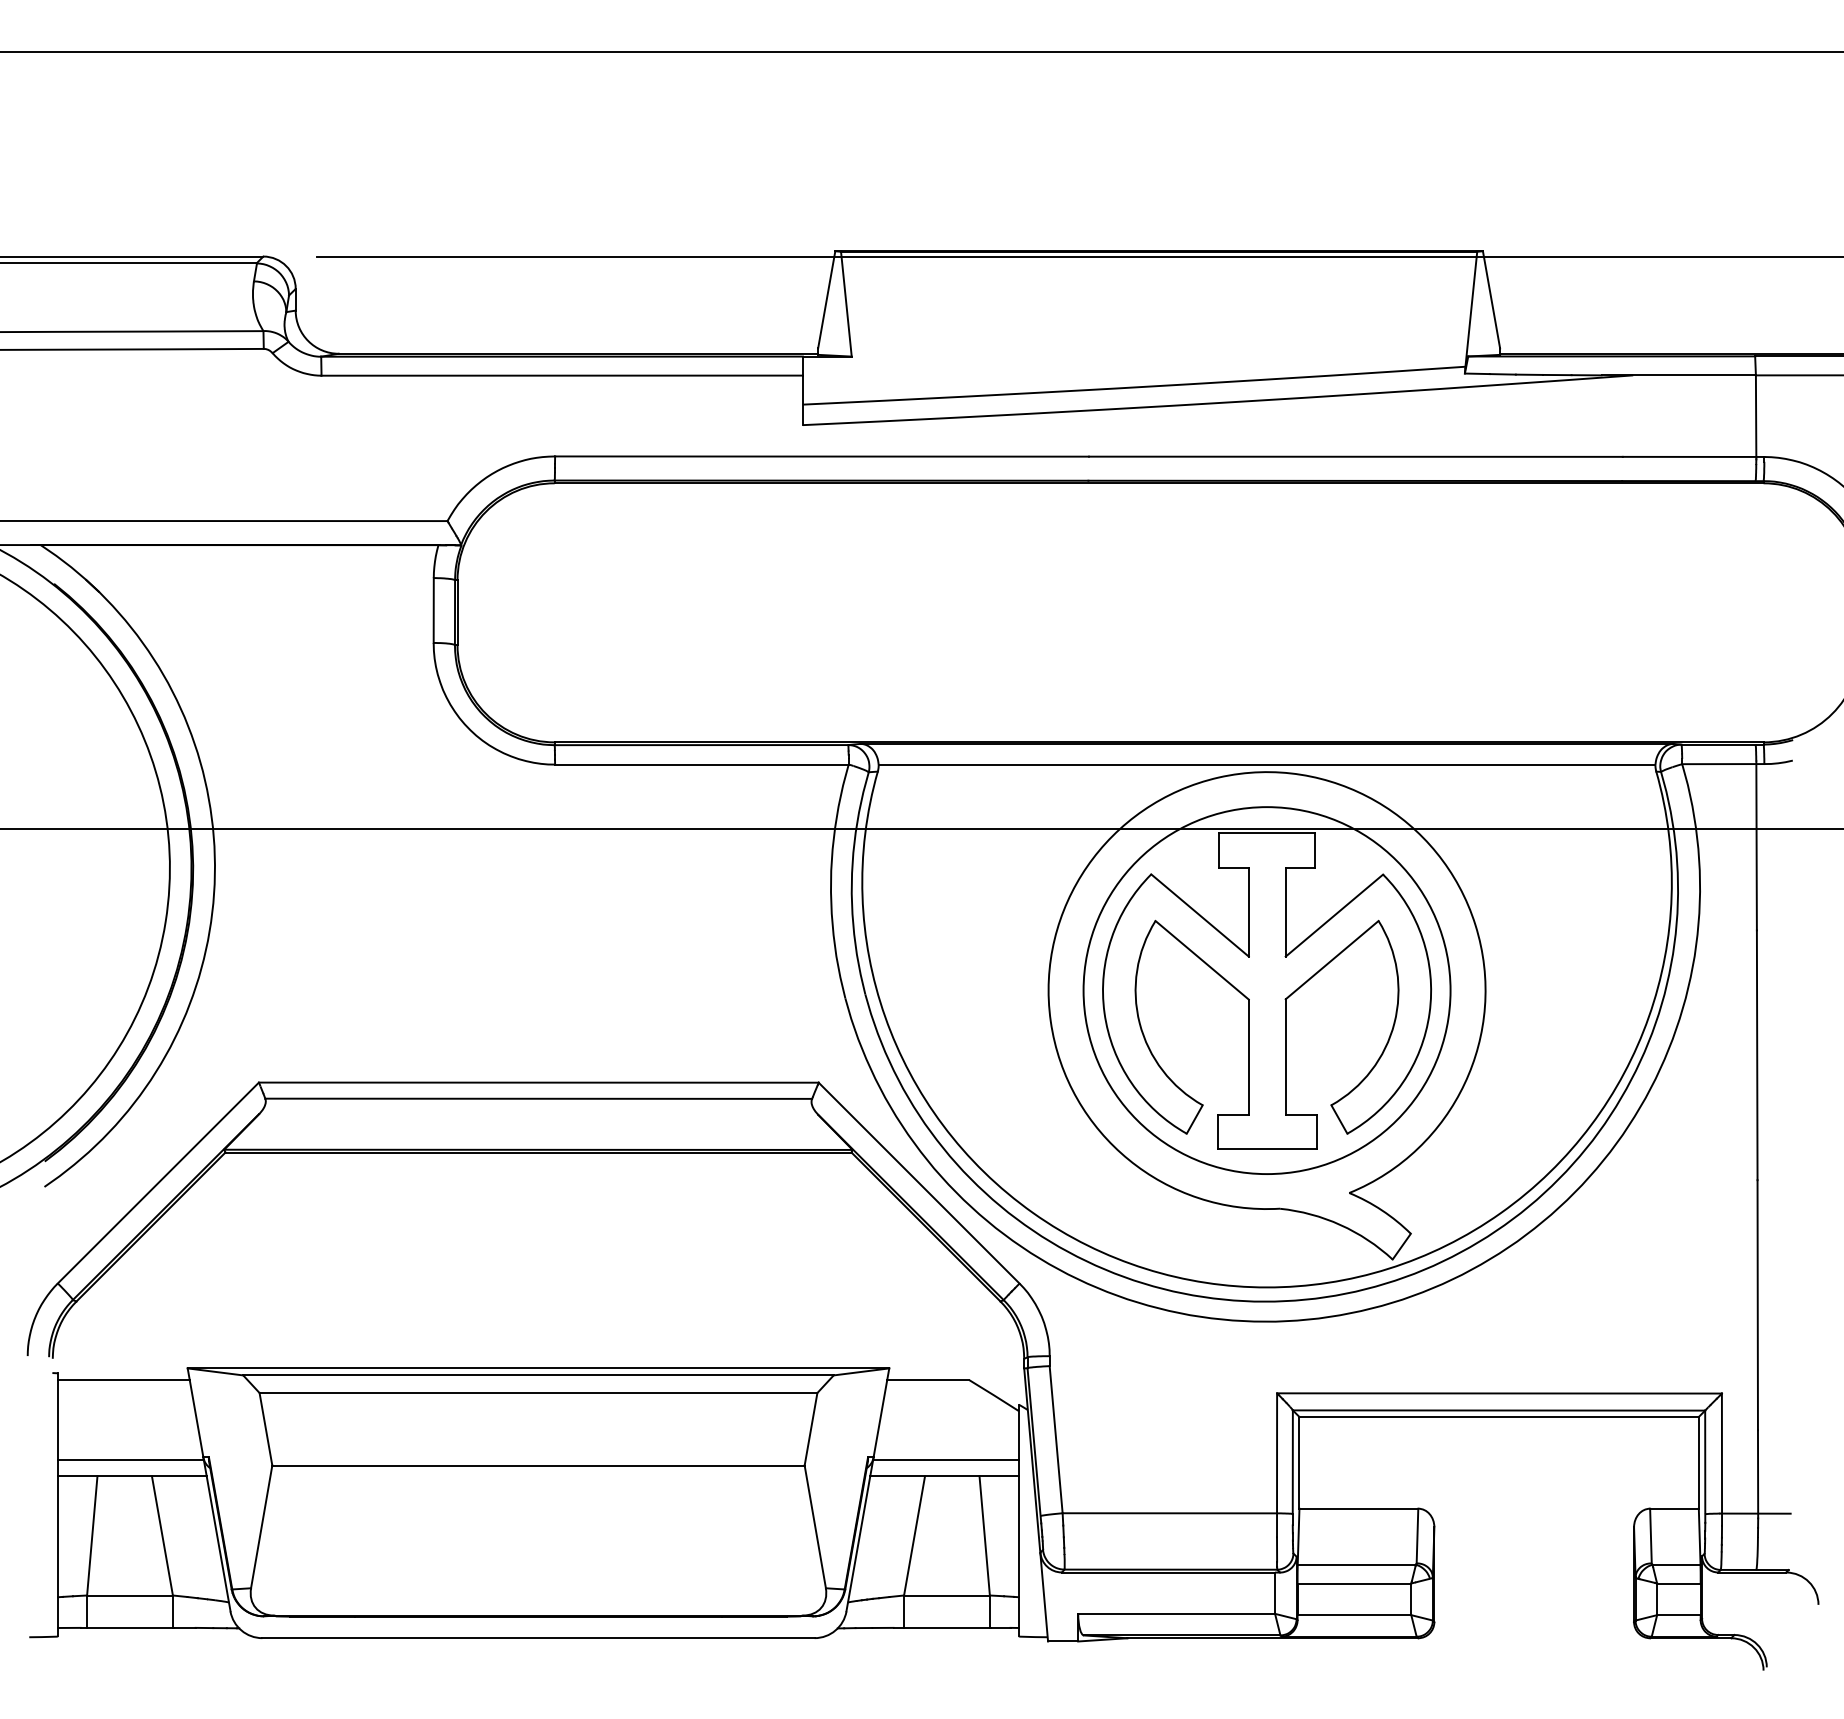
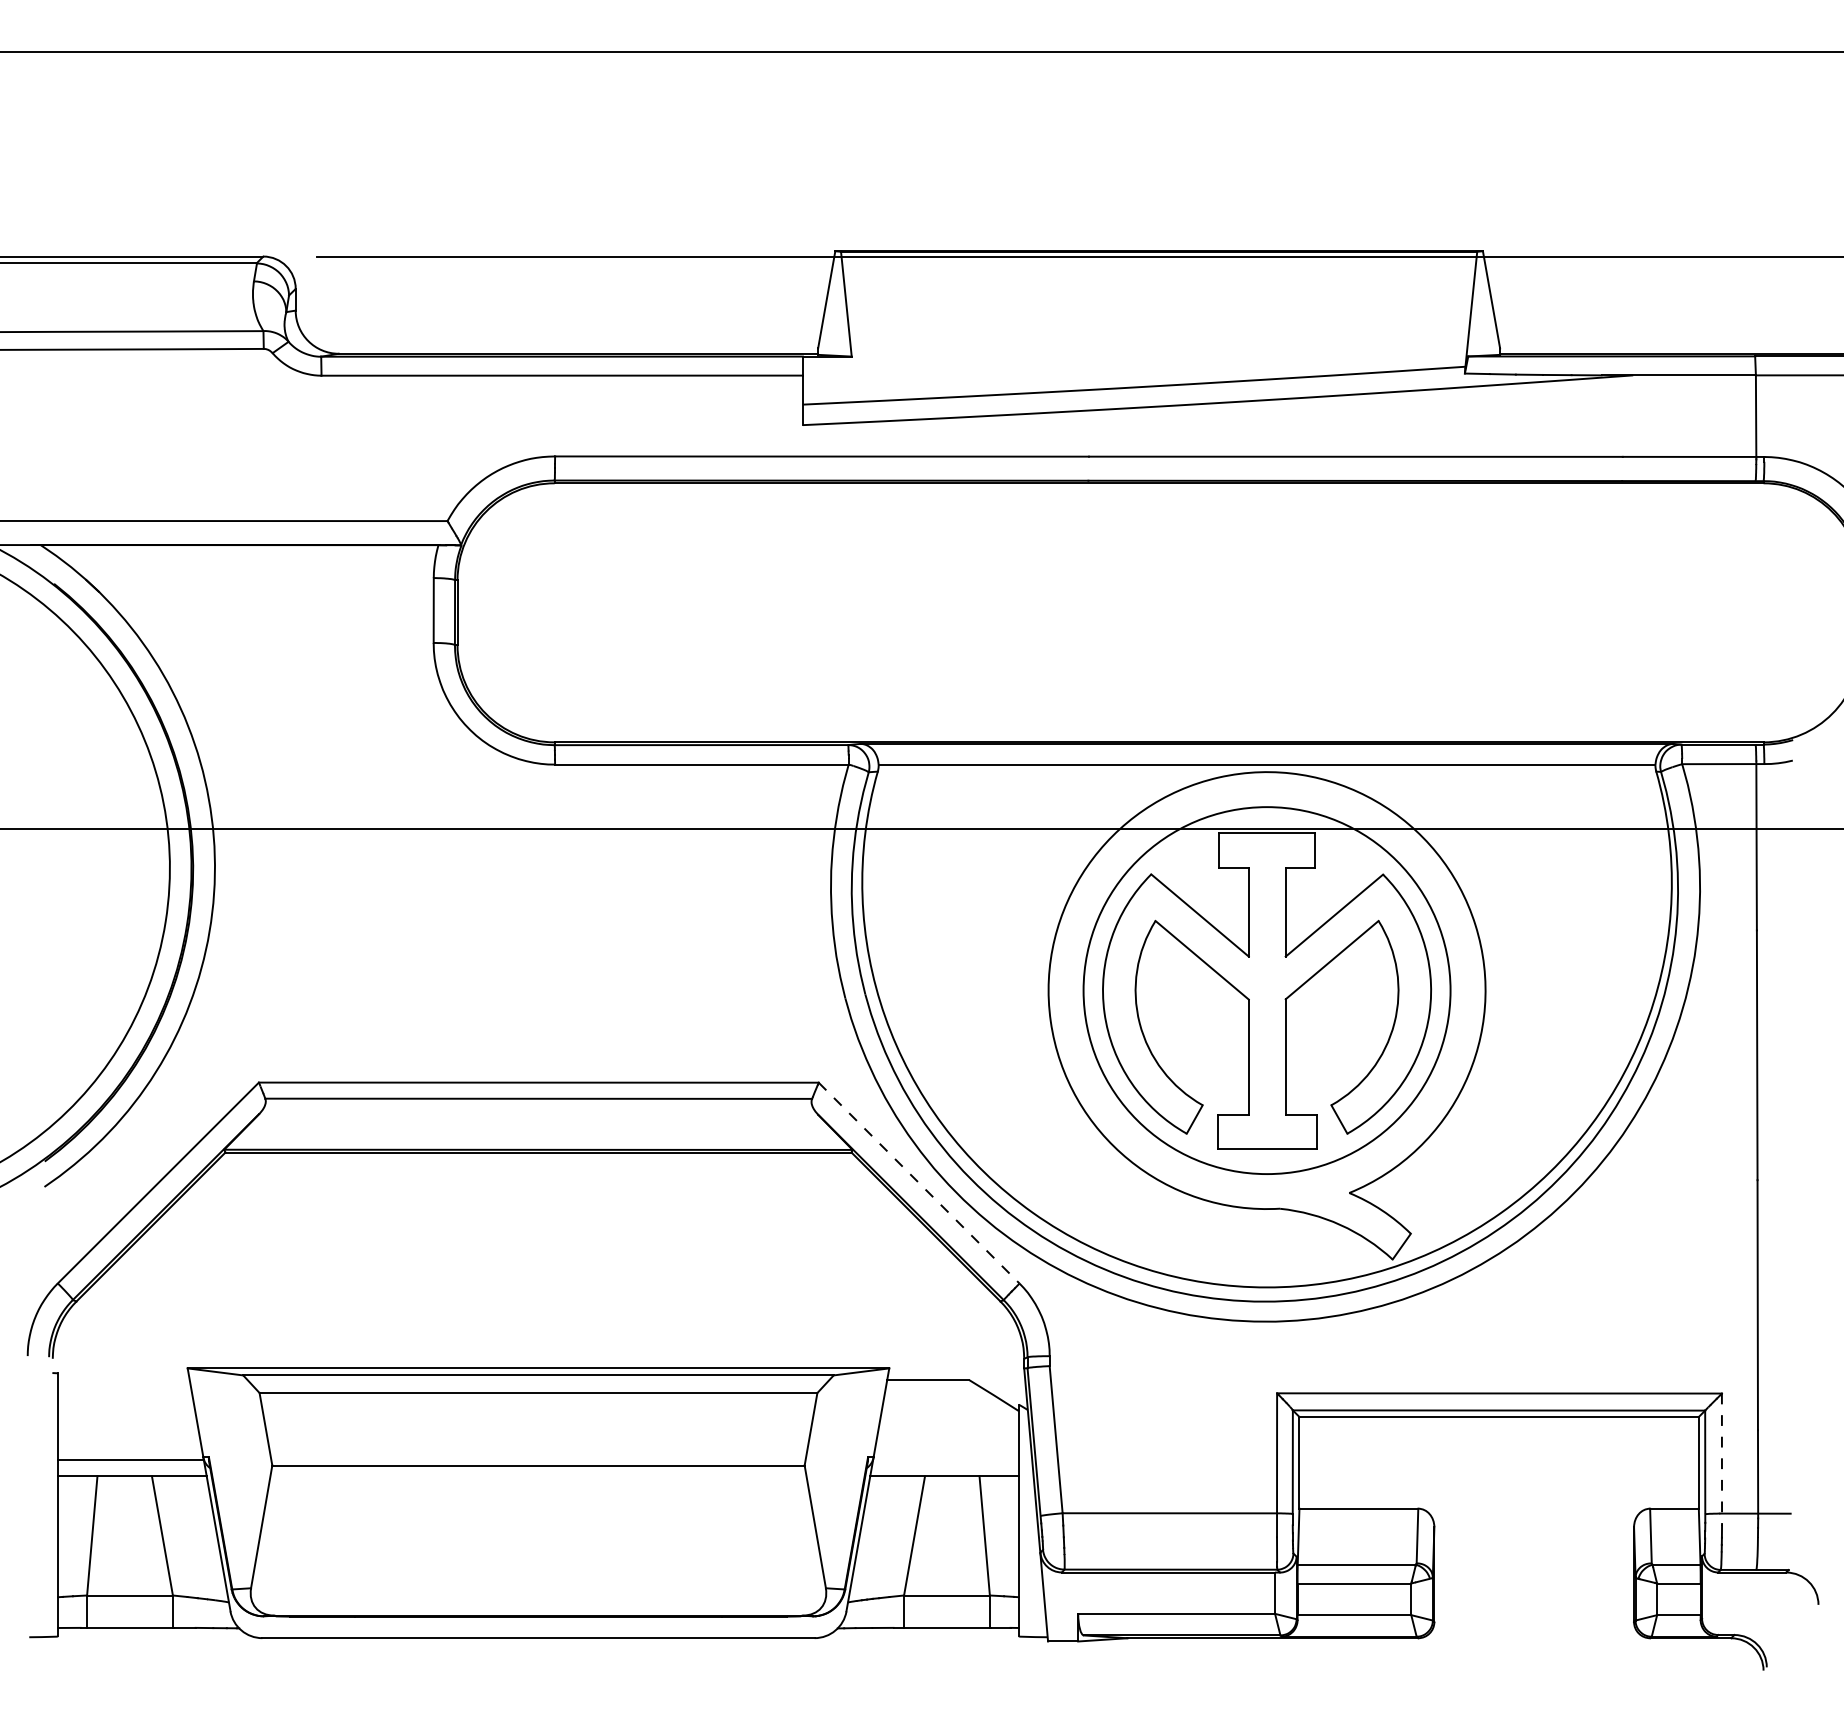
line at (919, 1183): solid -> dashed
line at (123, 1380): present -> none
line at (945, 1460): present -> none
line at (1721, 1460): solid -> dashed
